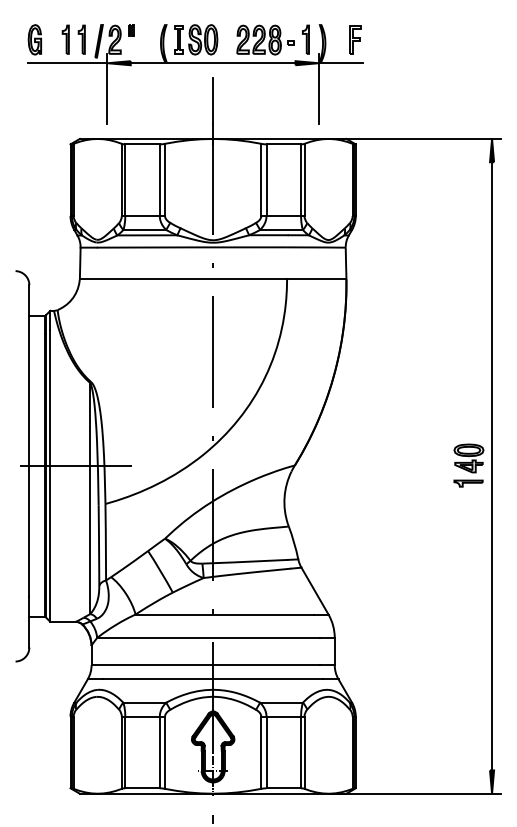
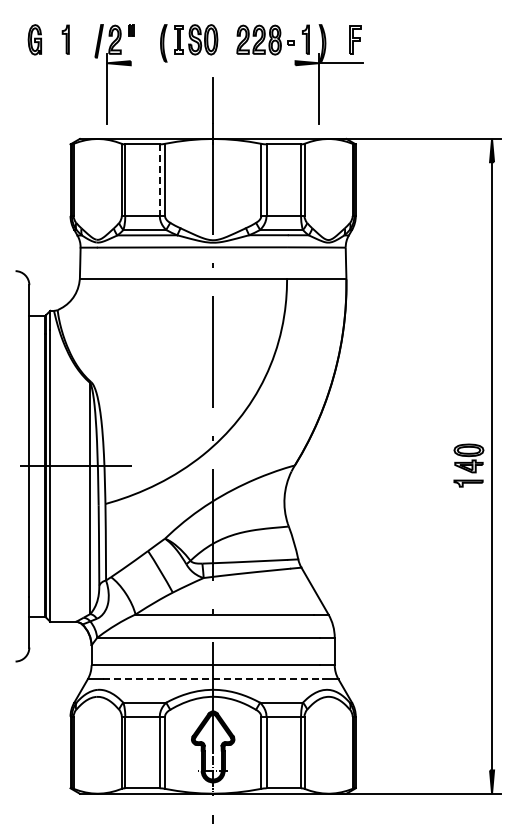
part at (81, 39): present -> none
line at (67, 63): present -> none
line at (212, 63): present -> none
line at (159, 180): solid -> dashed
line at (213, 679): solid -> dashed
